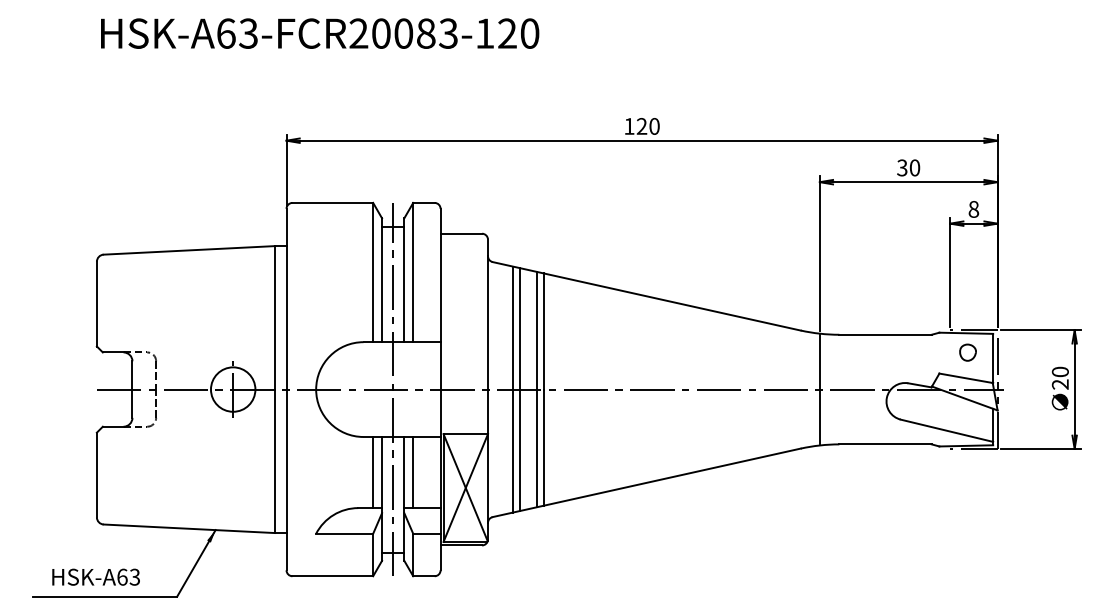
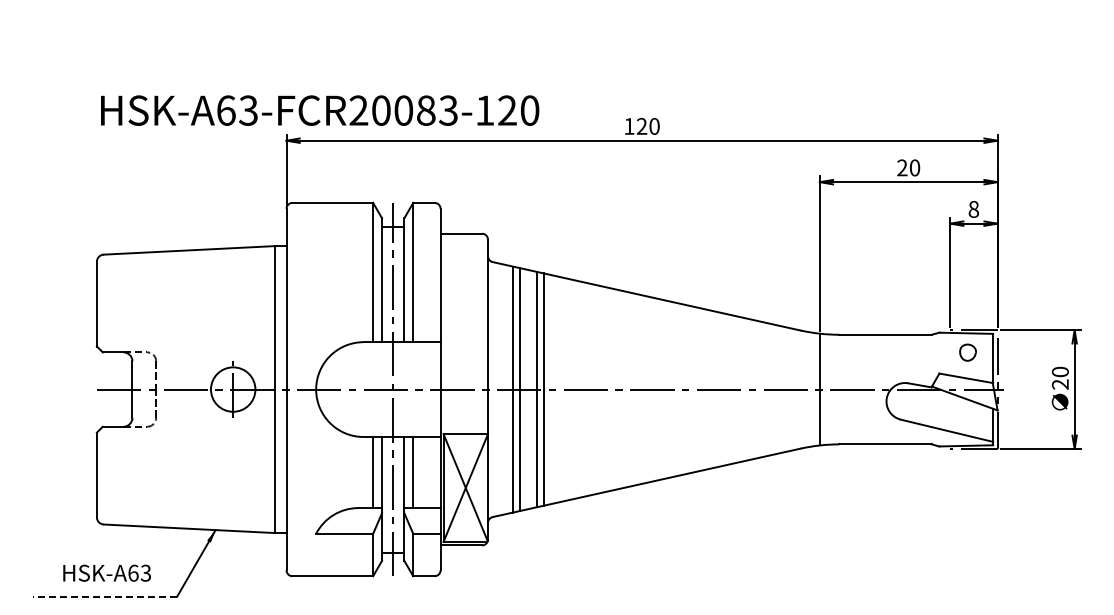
text at (320, 33) position: (320, 33) -> (320, 110)
text at (902, 168): 30 -> 20
text at (95, 576) position: (95, 576) -> (106, 572)
line at (105, 596): solid -> dashed
